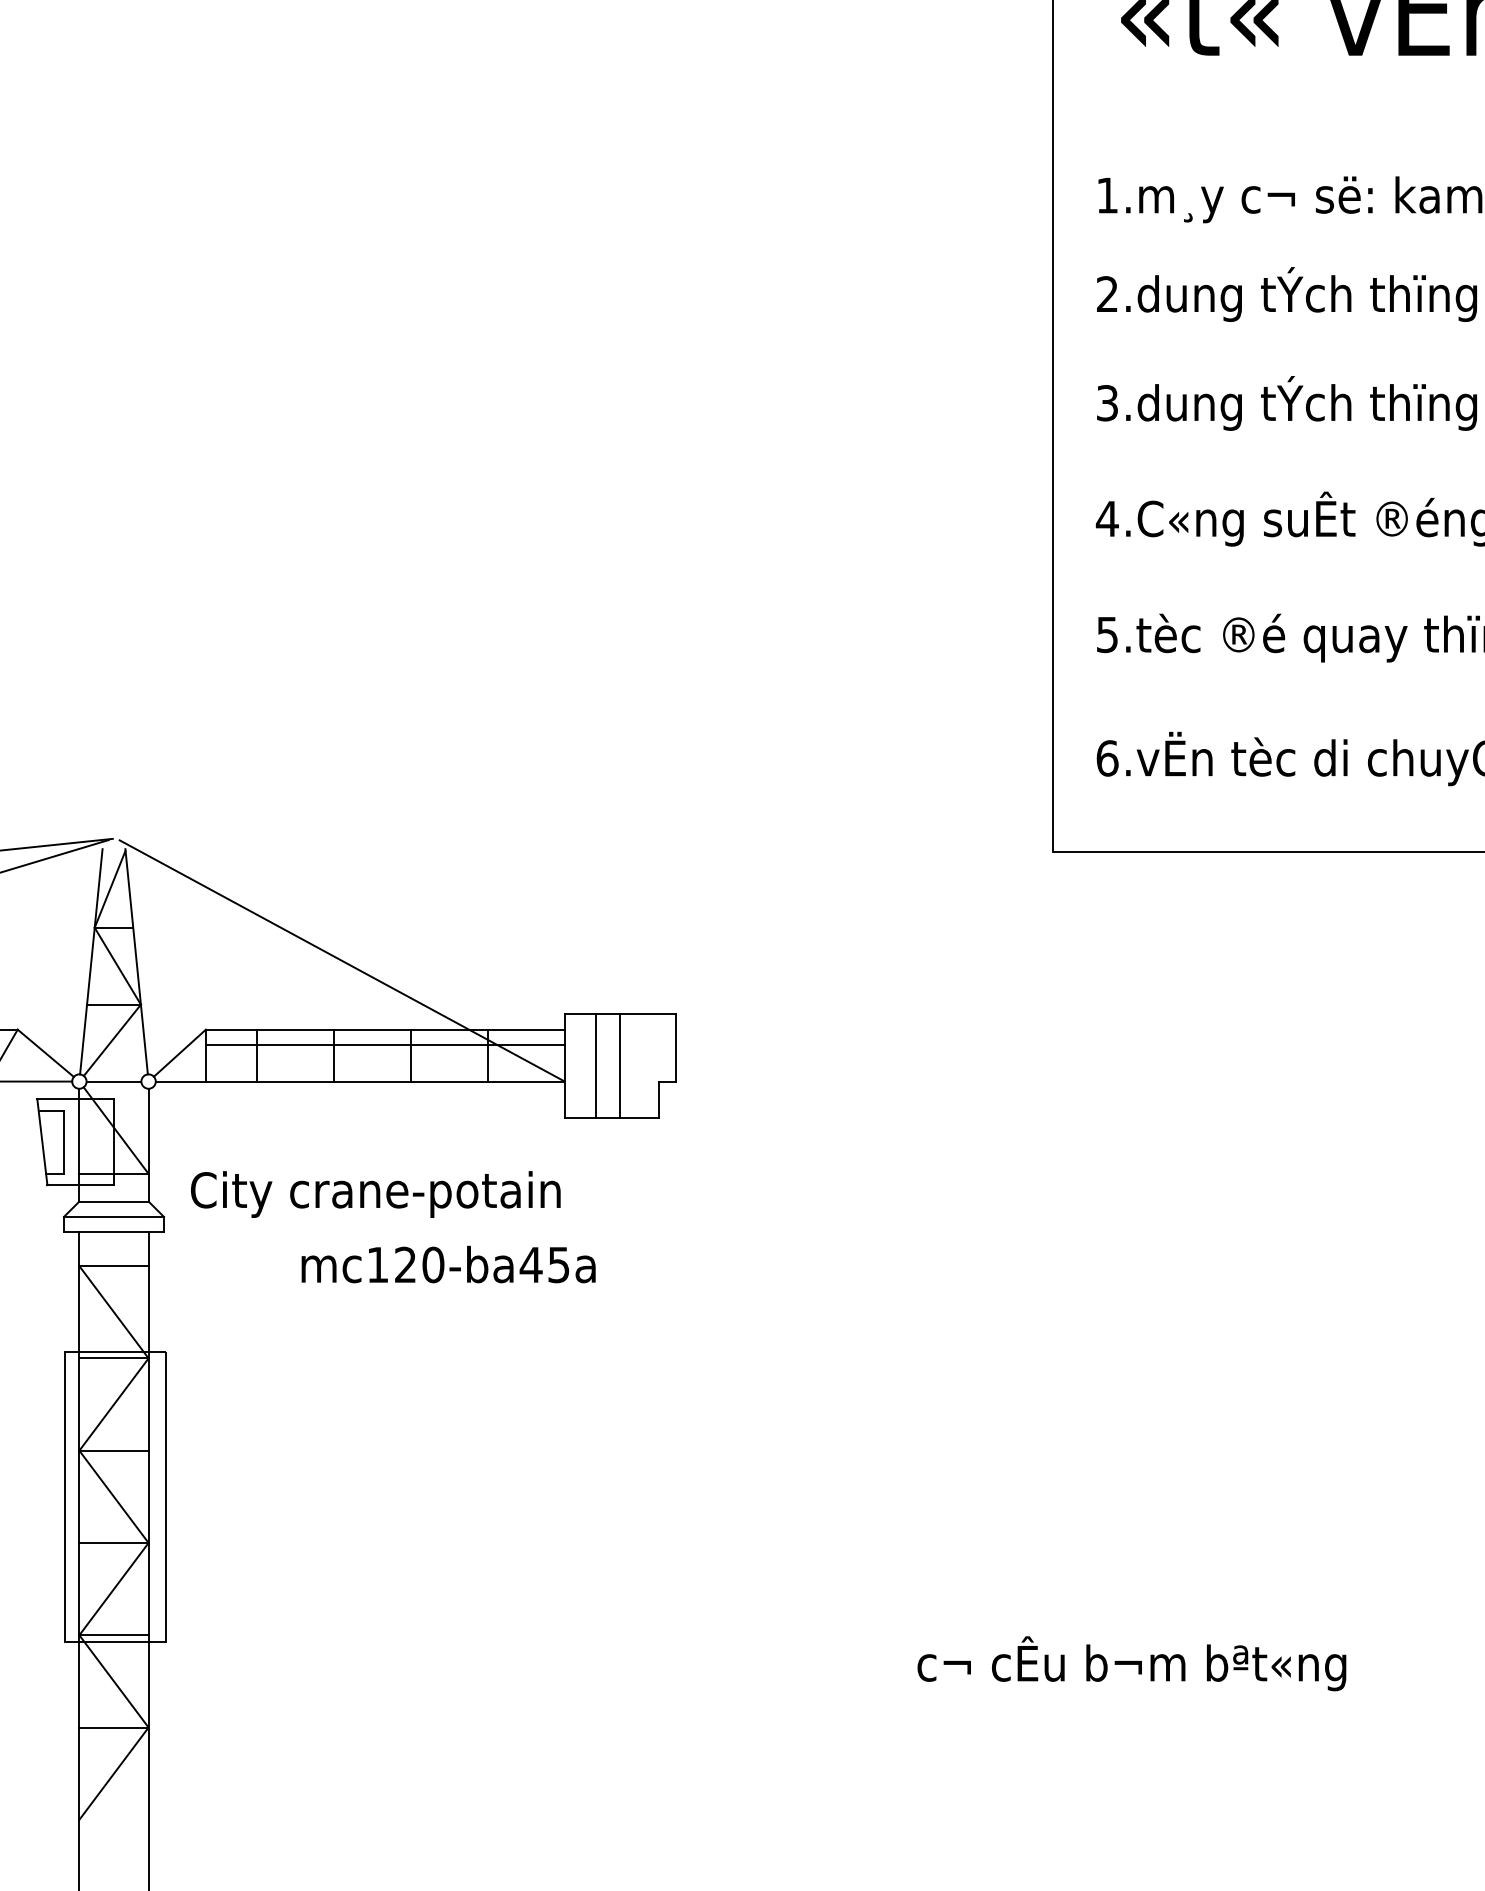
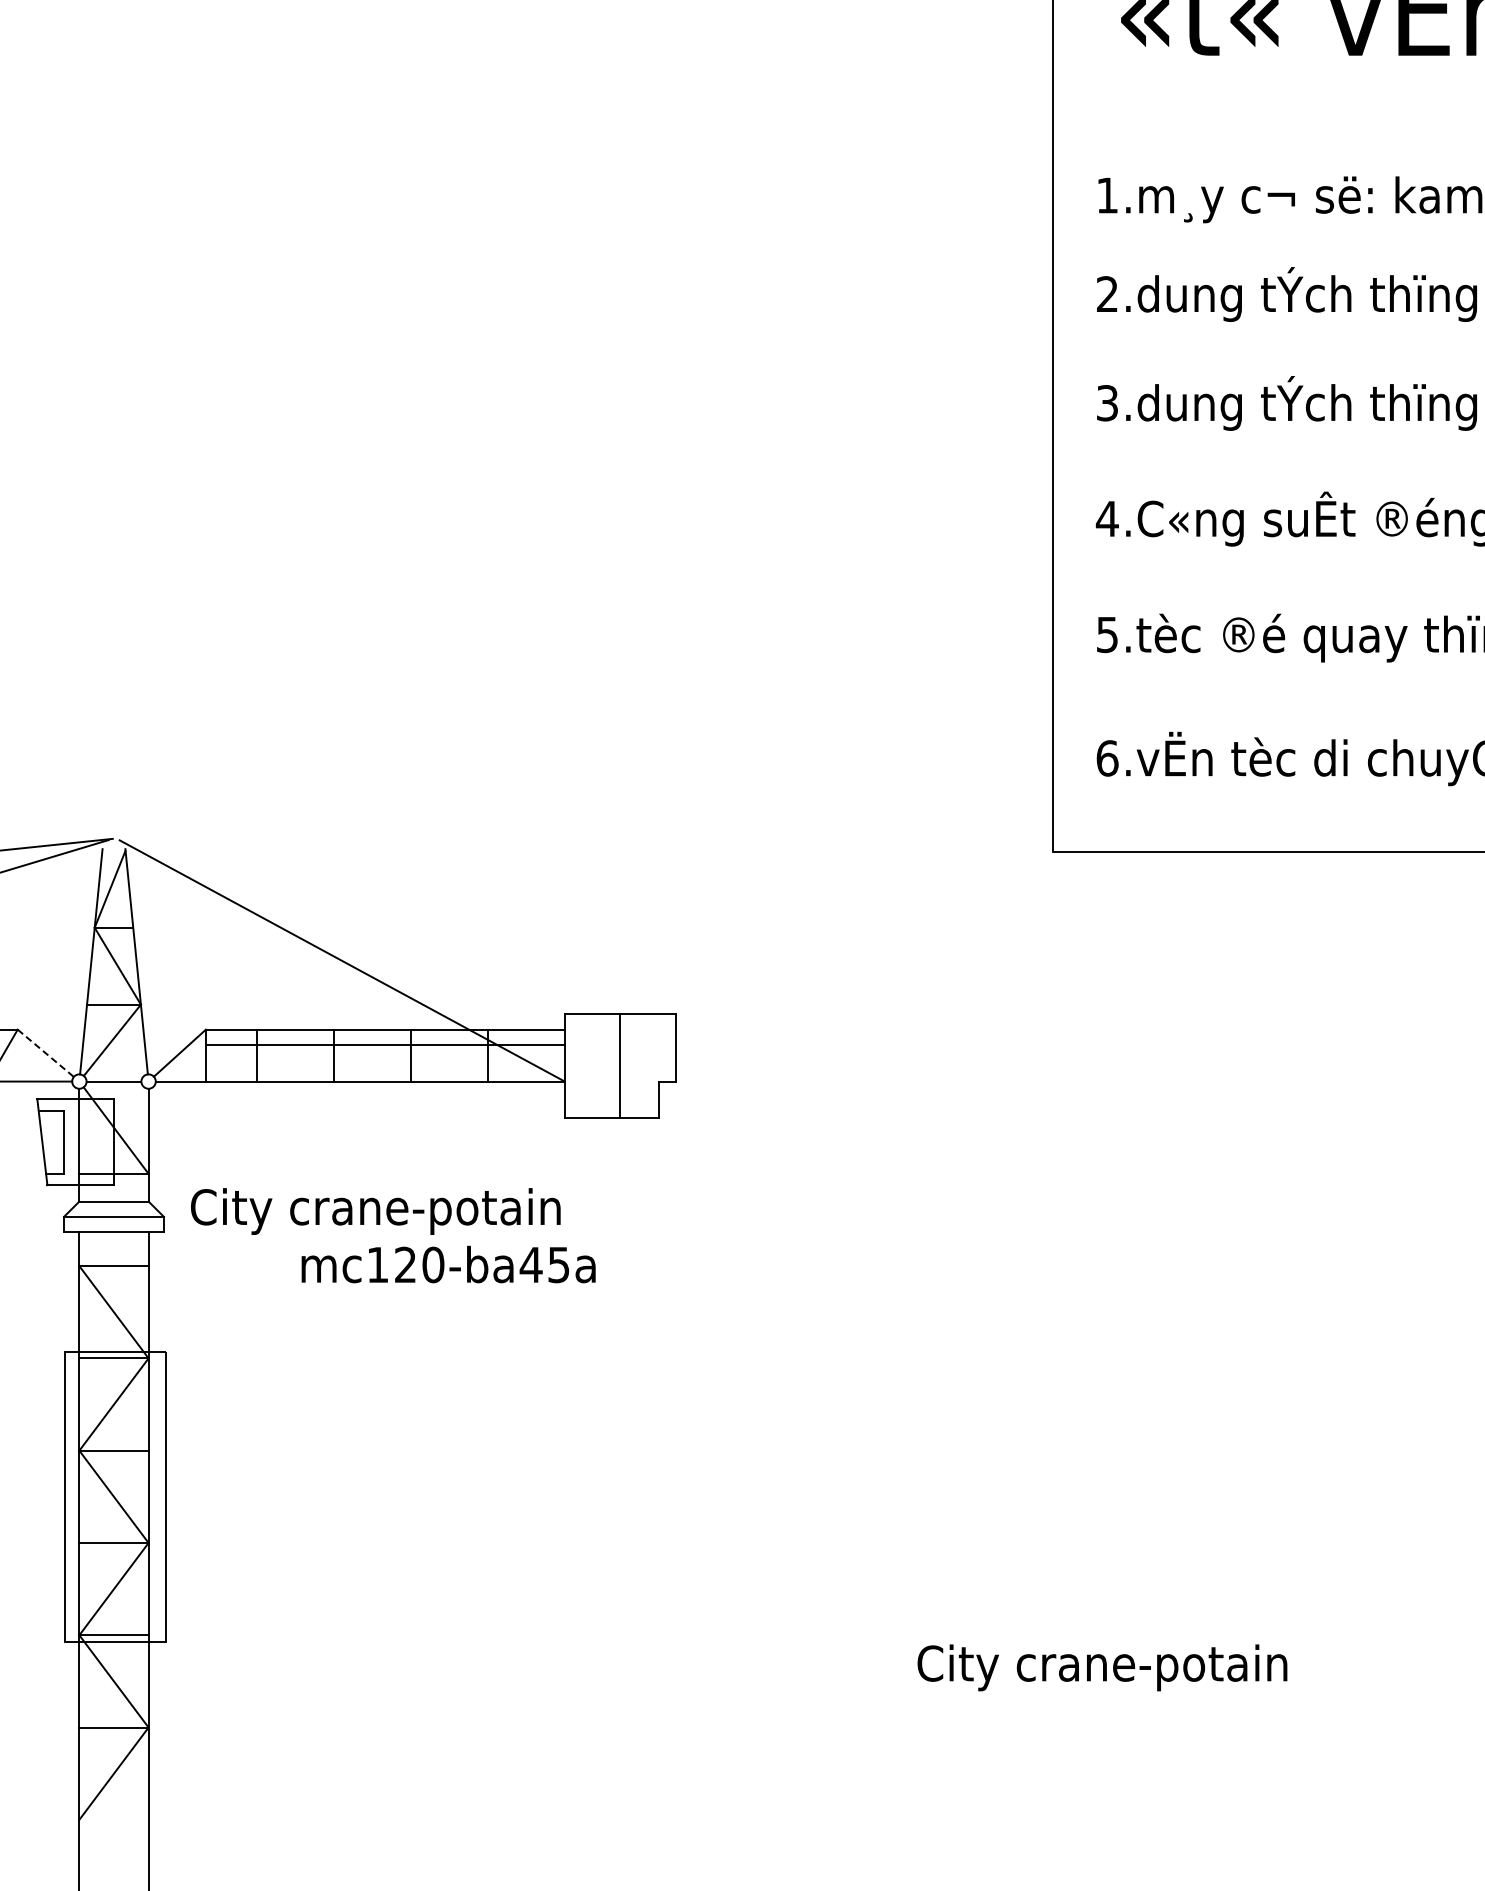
line at (45, 1053): solid -> dashed
line at (595, 1066): present -> none
text at (375, 1194) position: (375, 1194) -> (375, 1211)
text at (1131, 1663): c¬ cÊu b¬m bªt«ng -> City crane-potain
